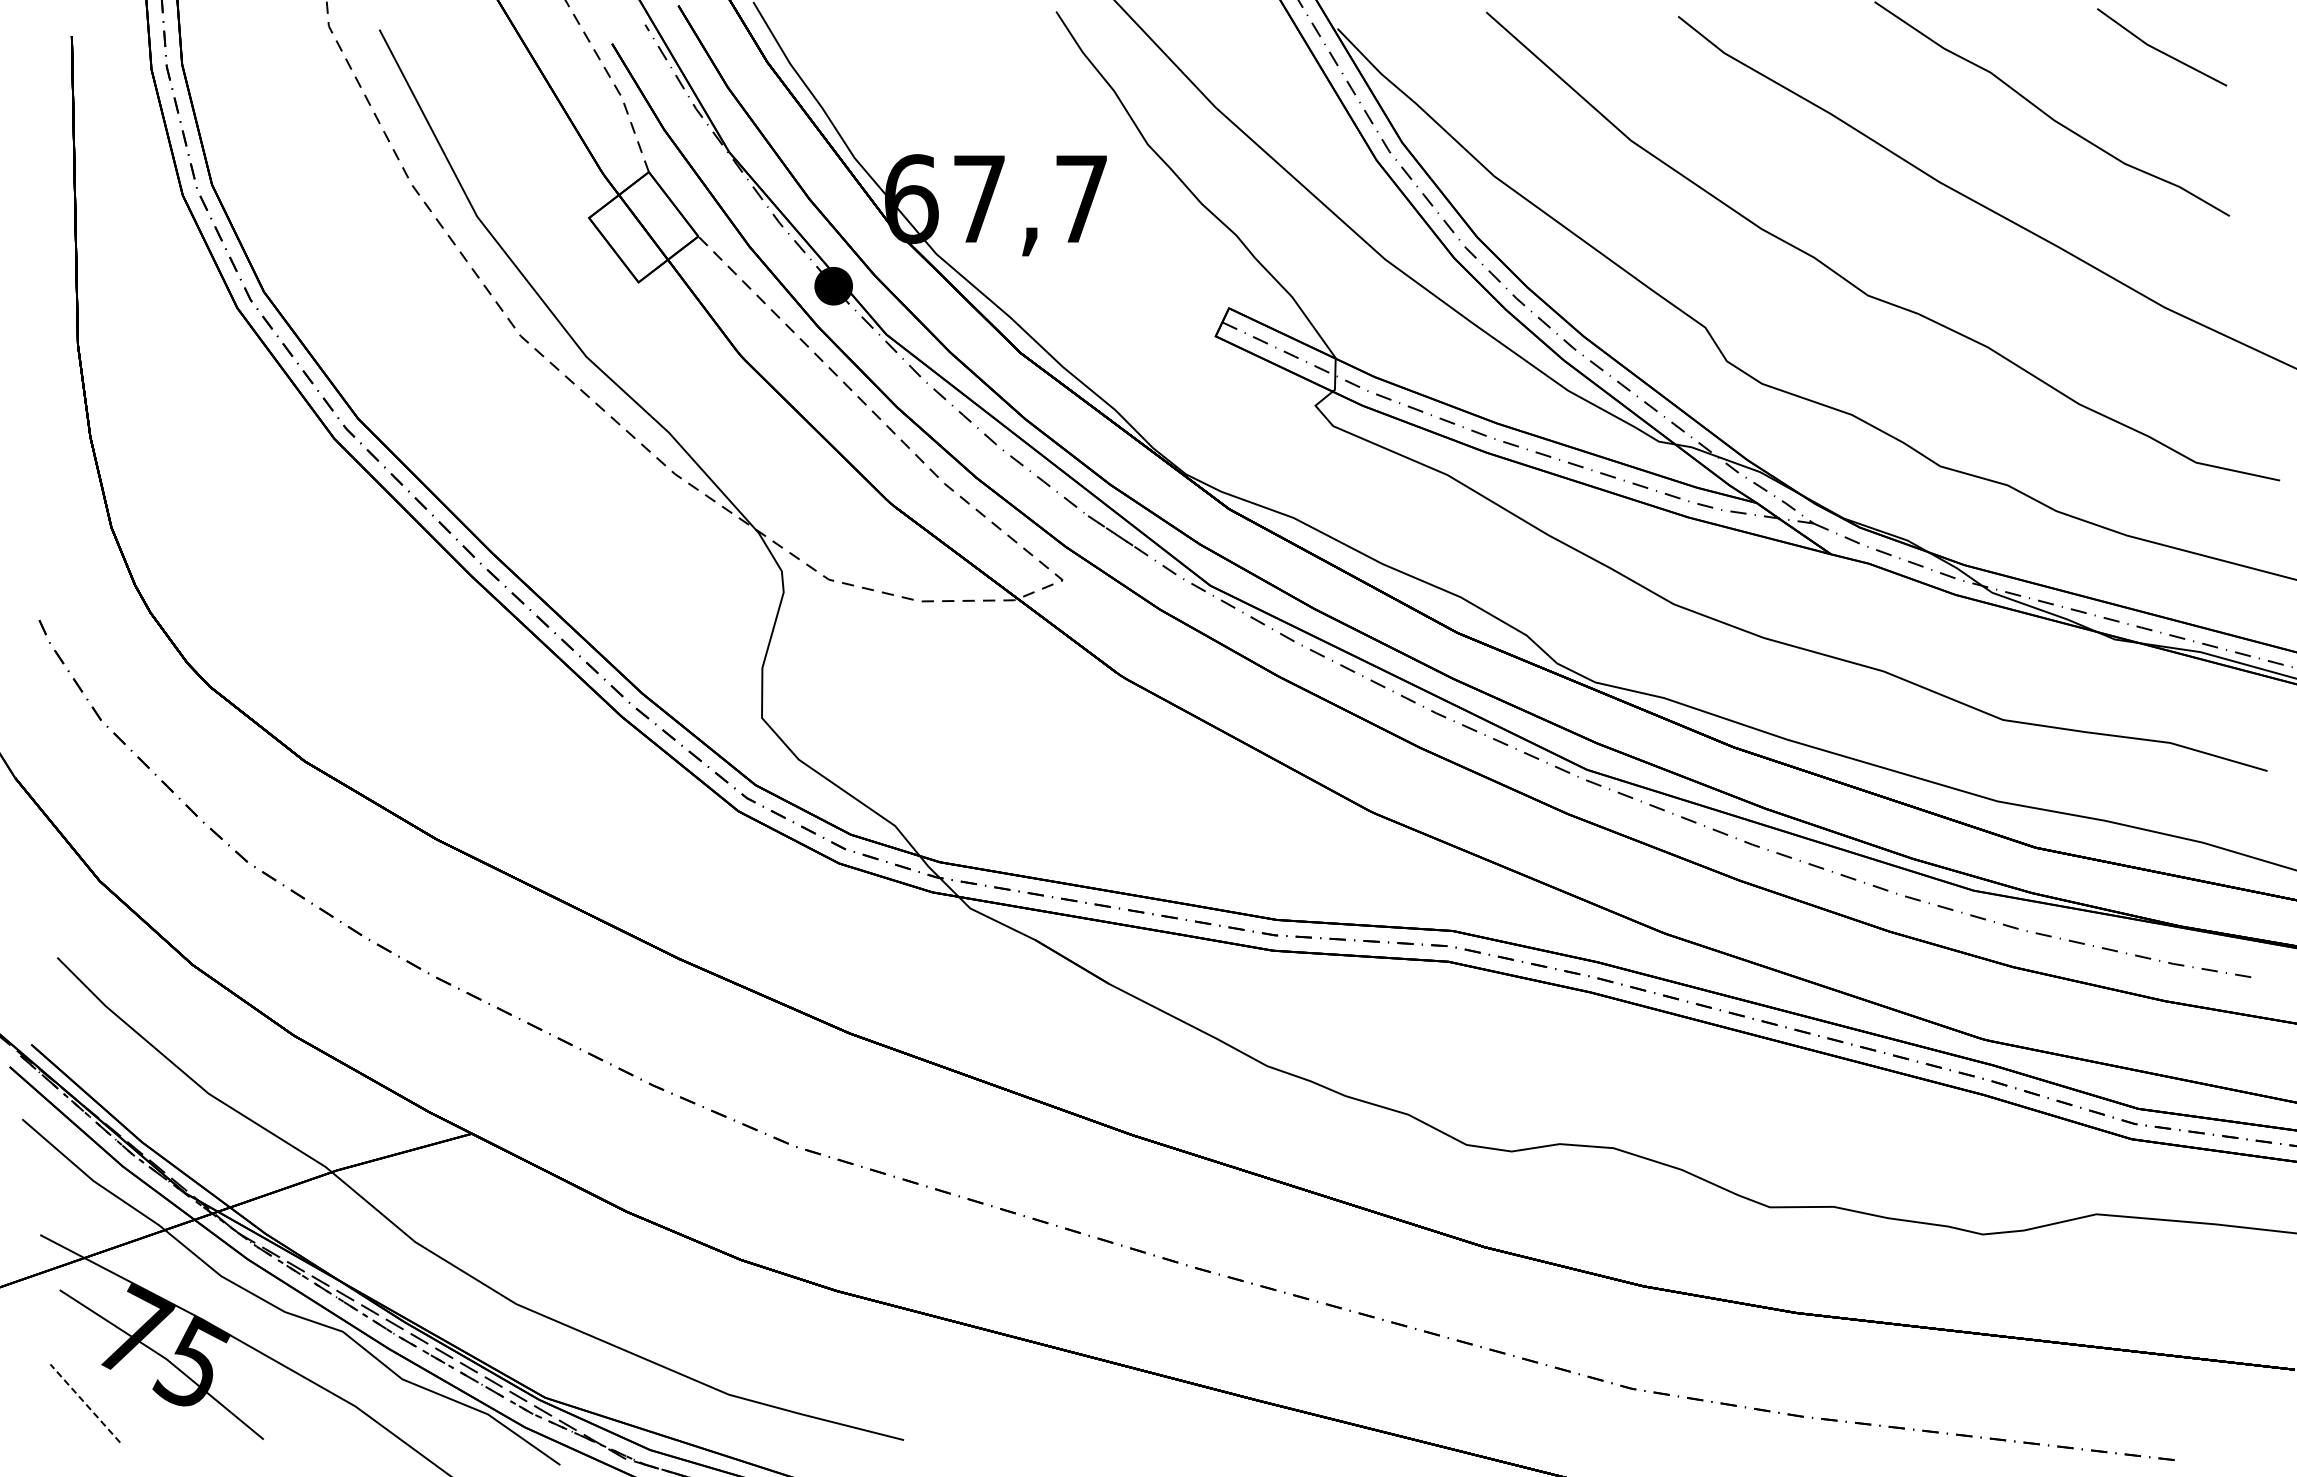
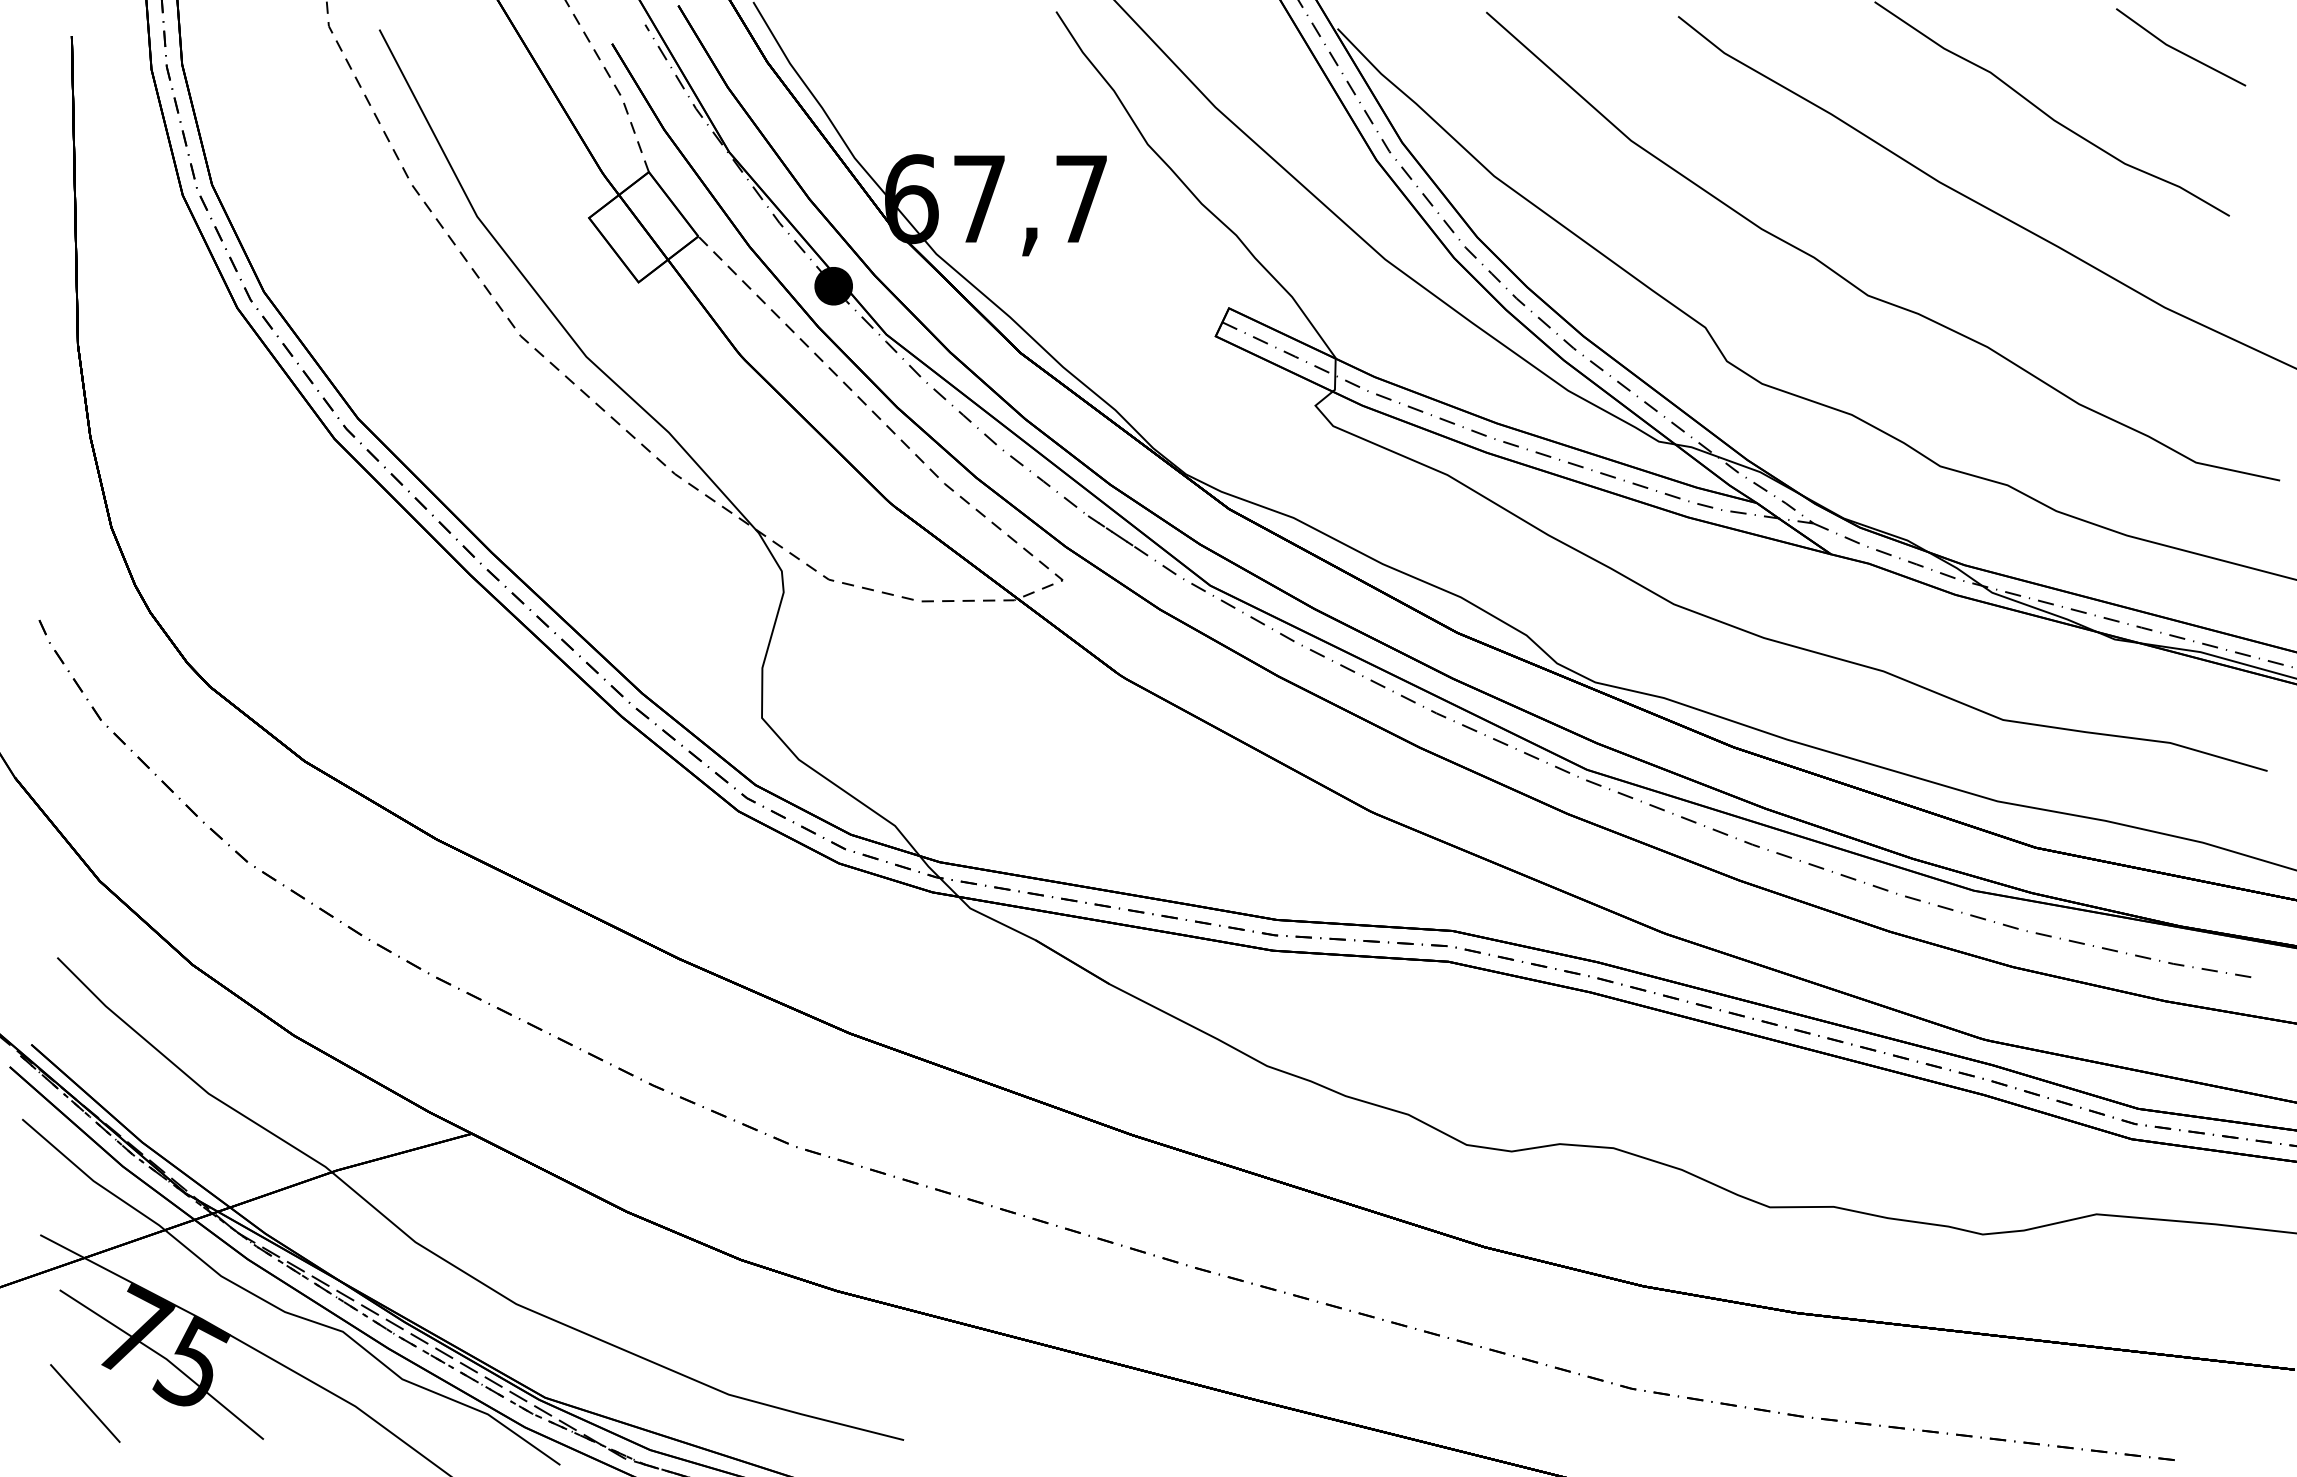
line at (2161, 50) position: (2161, 50) -> (2180, 50)
line at (85, 1403): dashed -> solid
